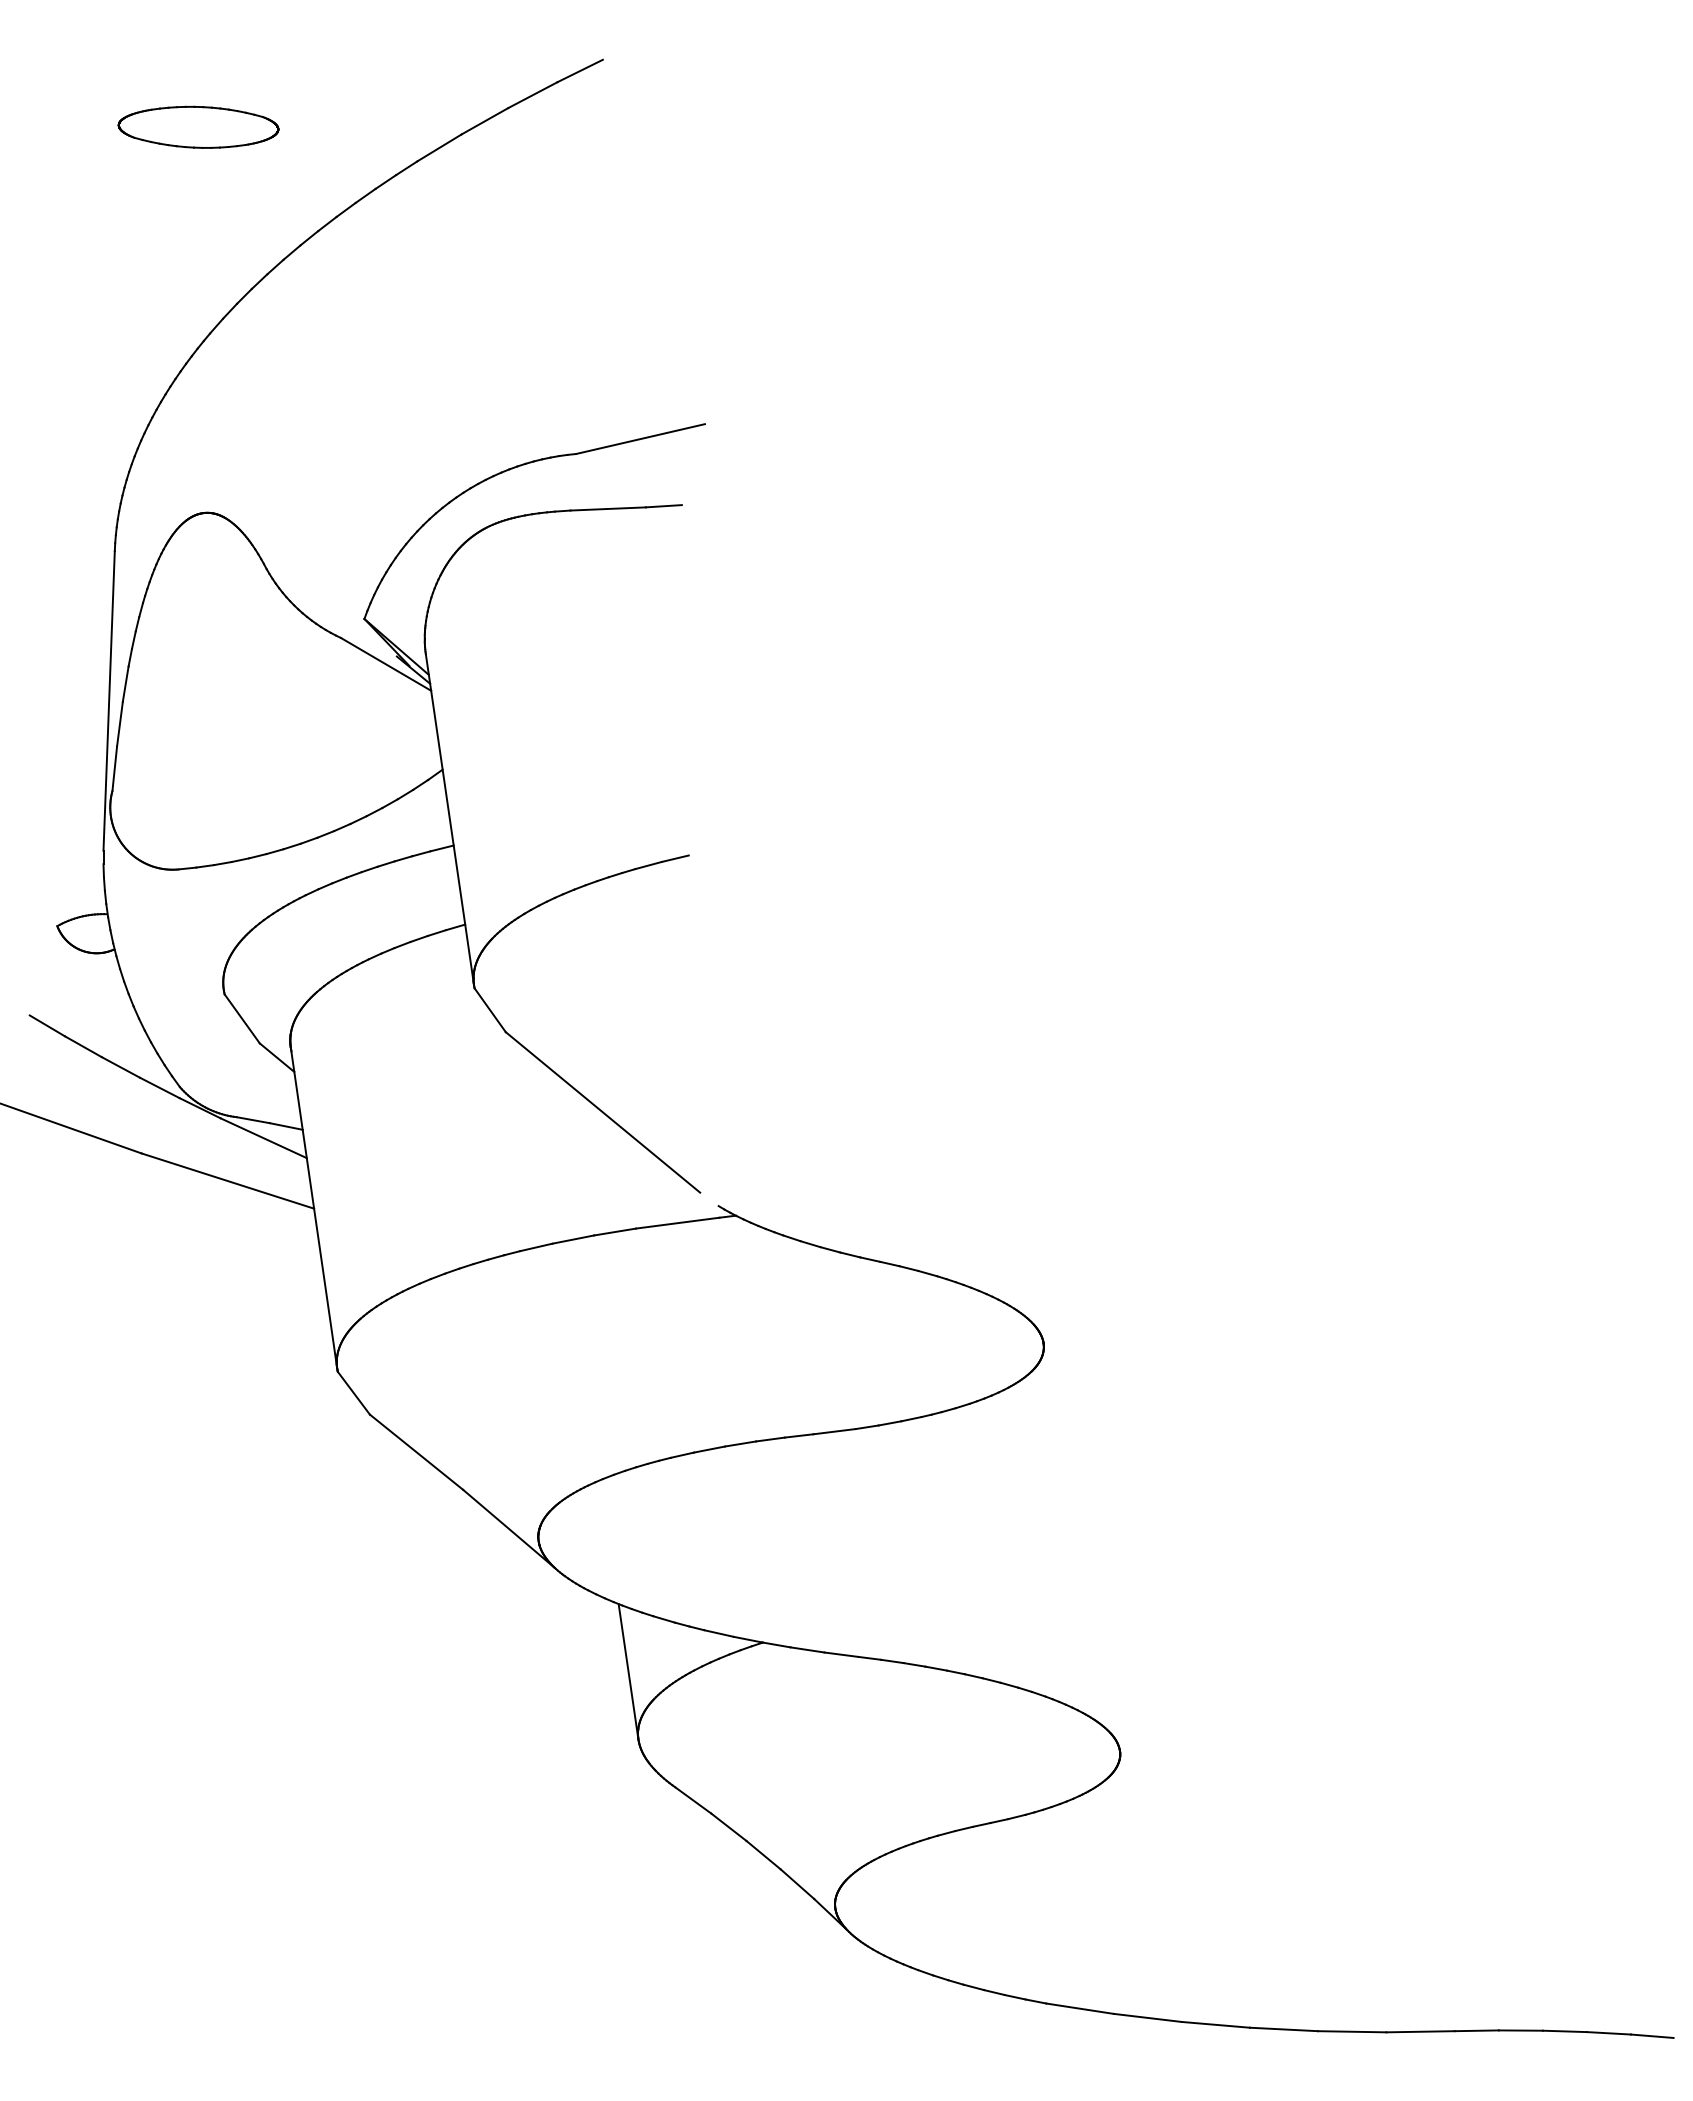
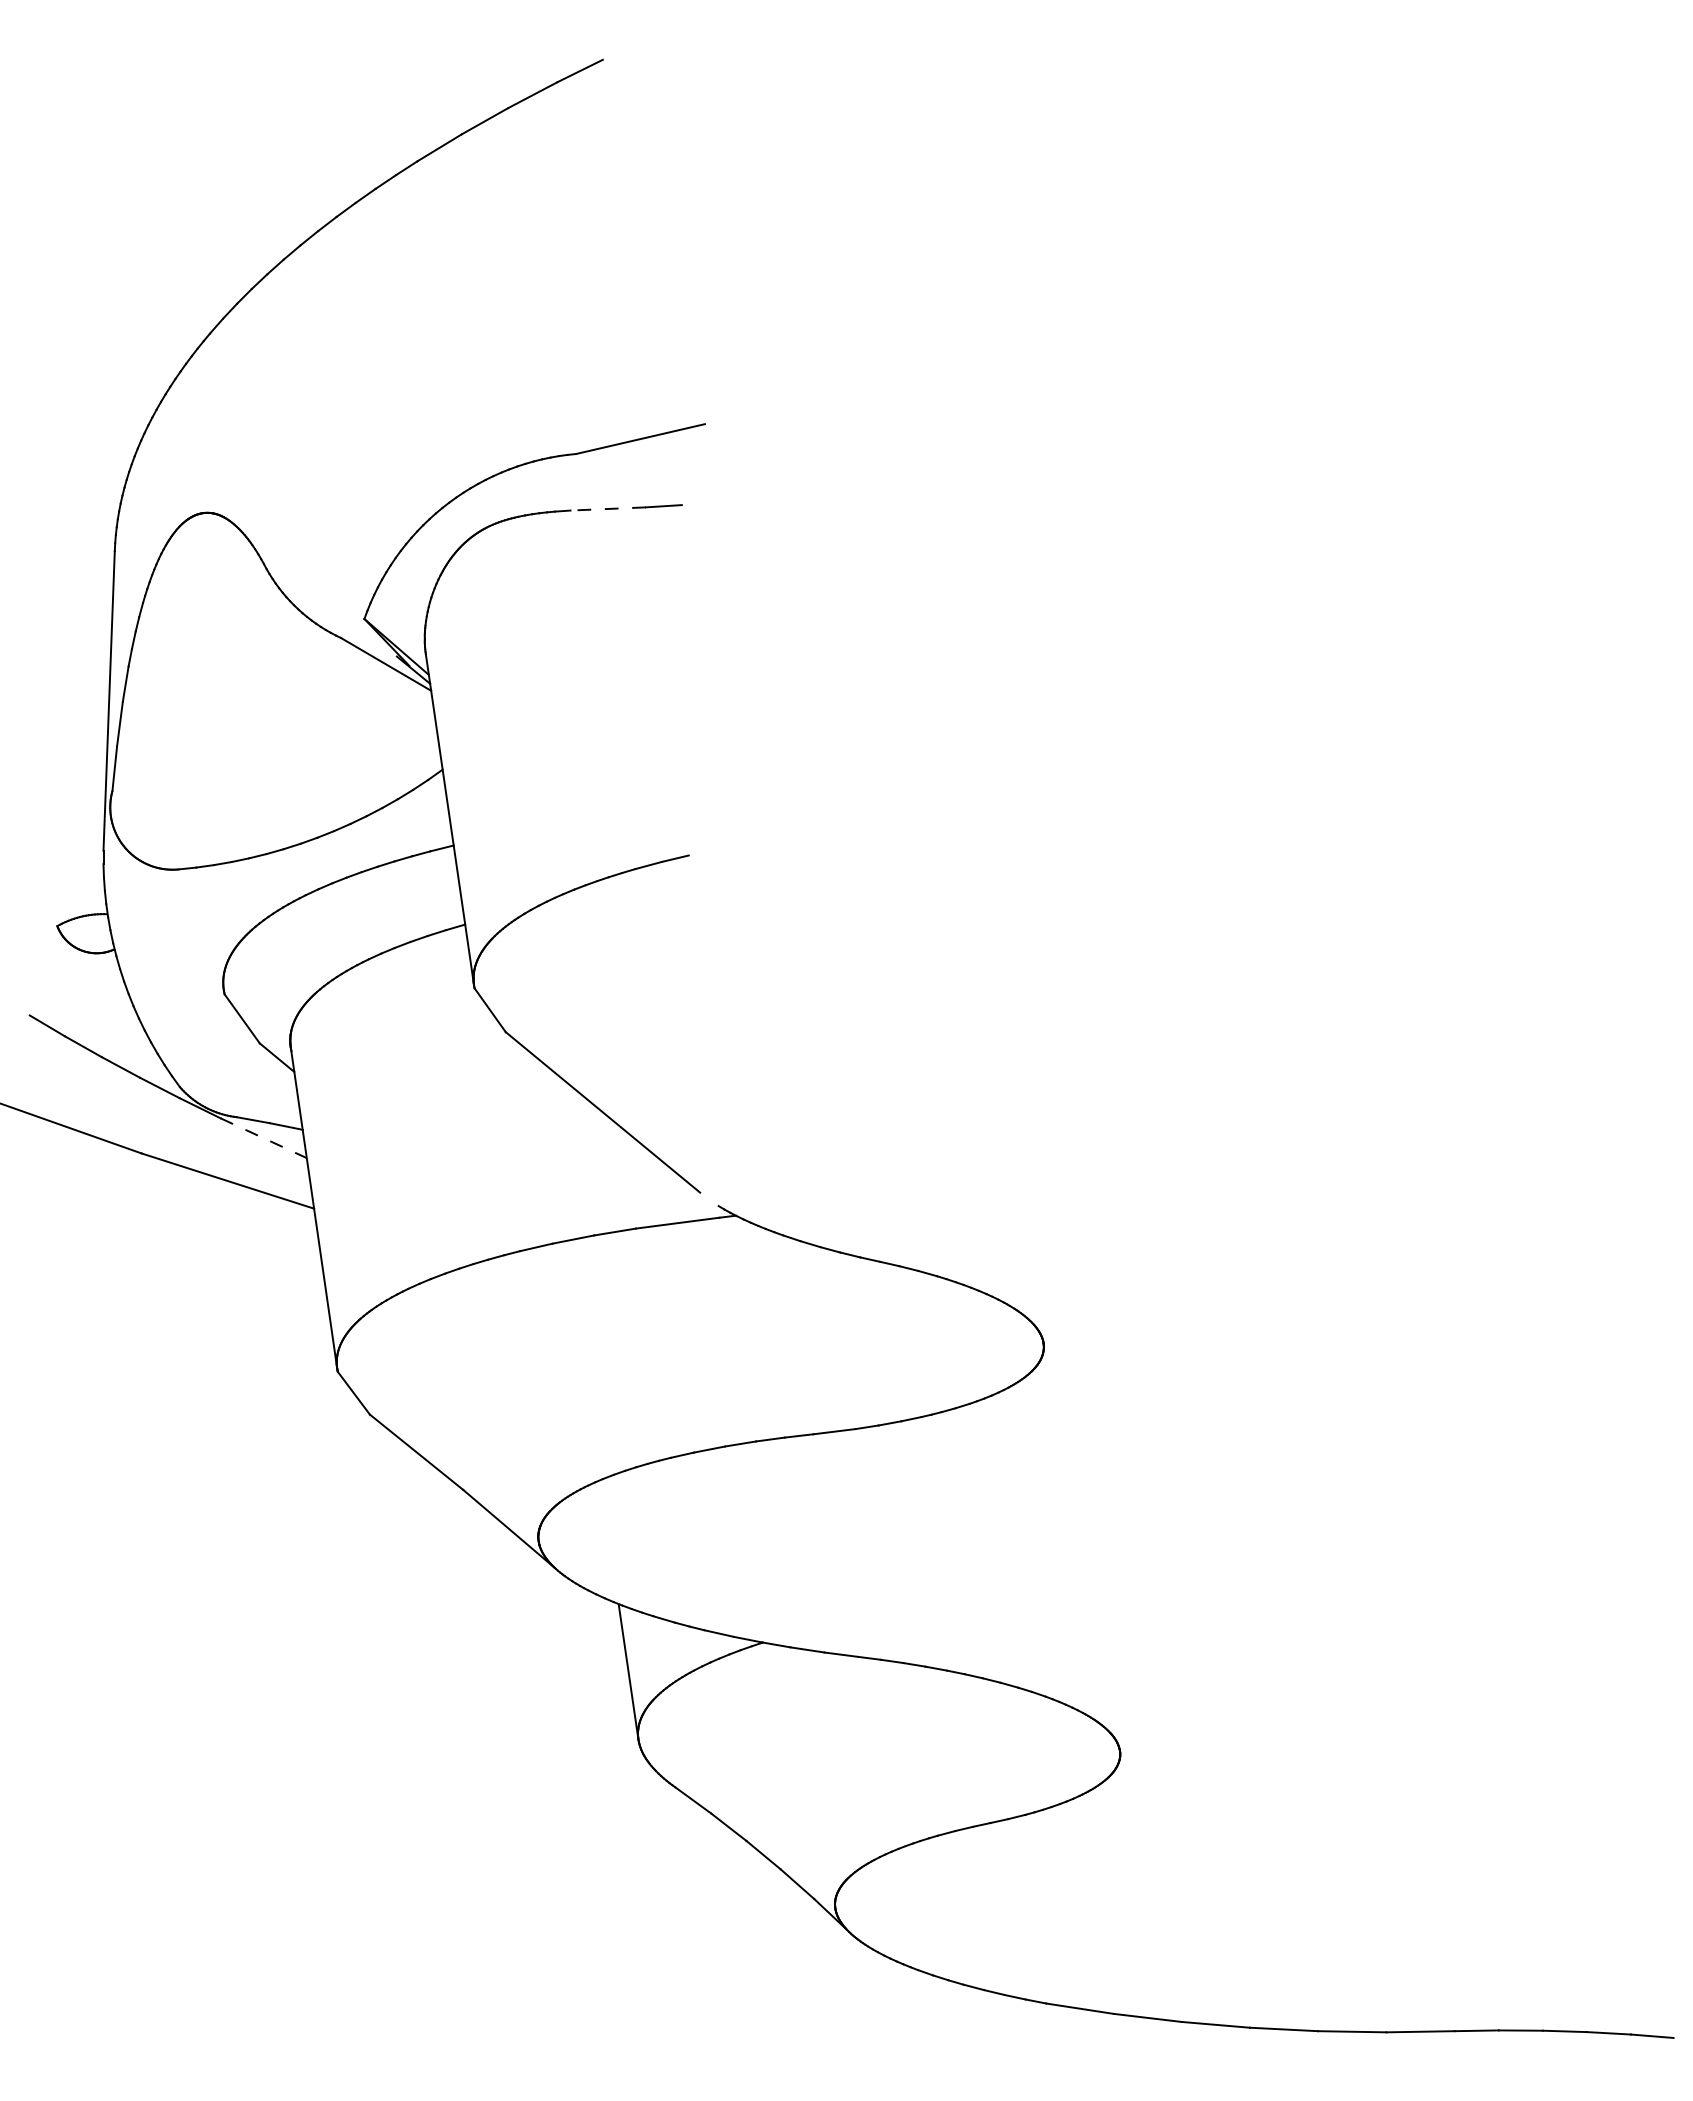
part at (198, 126): present -> none
line at (608, 508): solid -> dashed
line at (264, 1138): solid -> dashed
